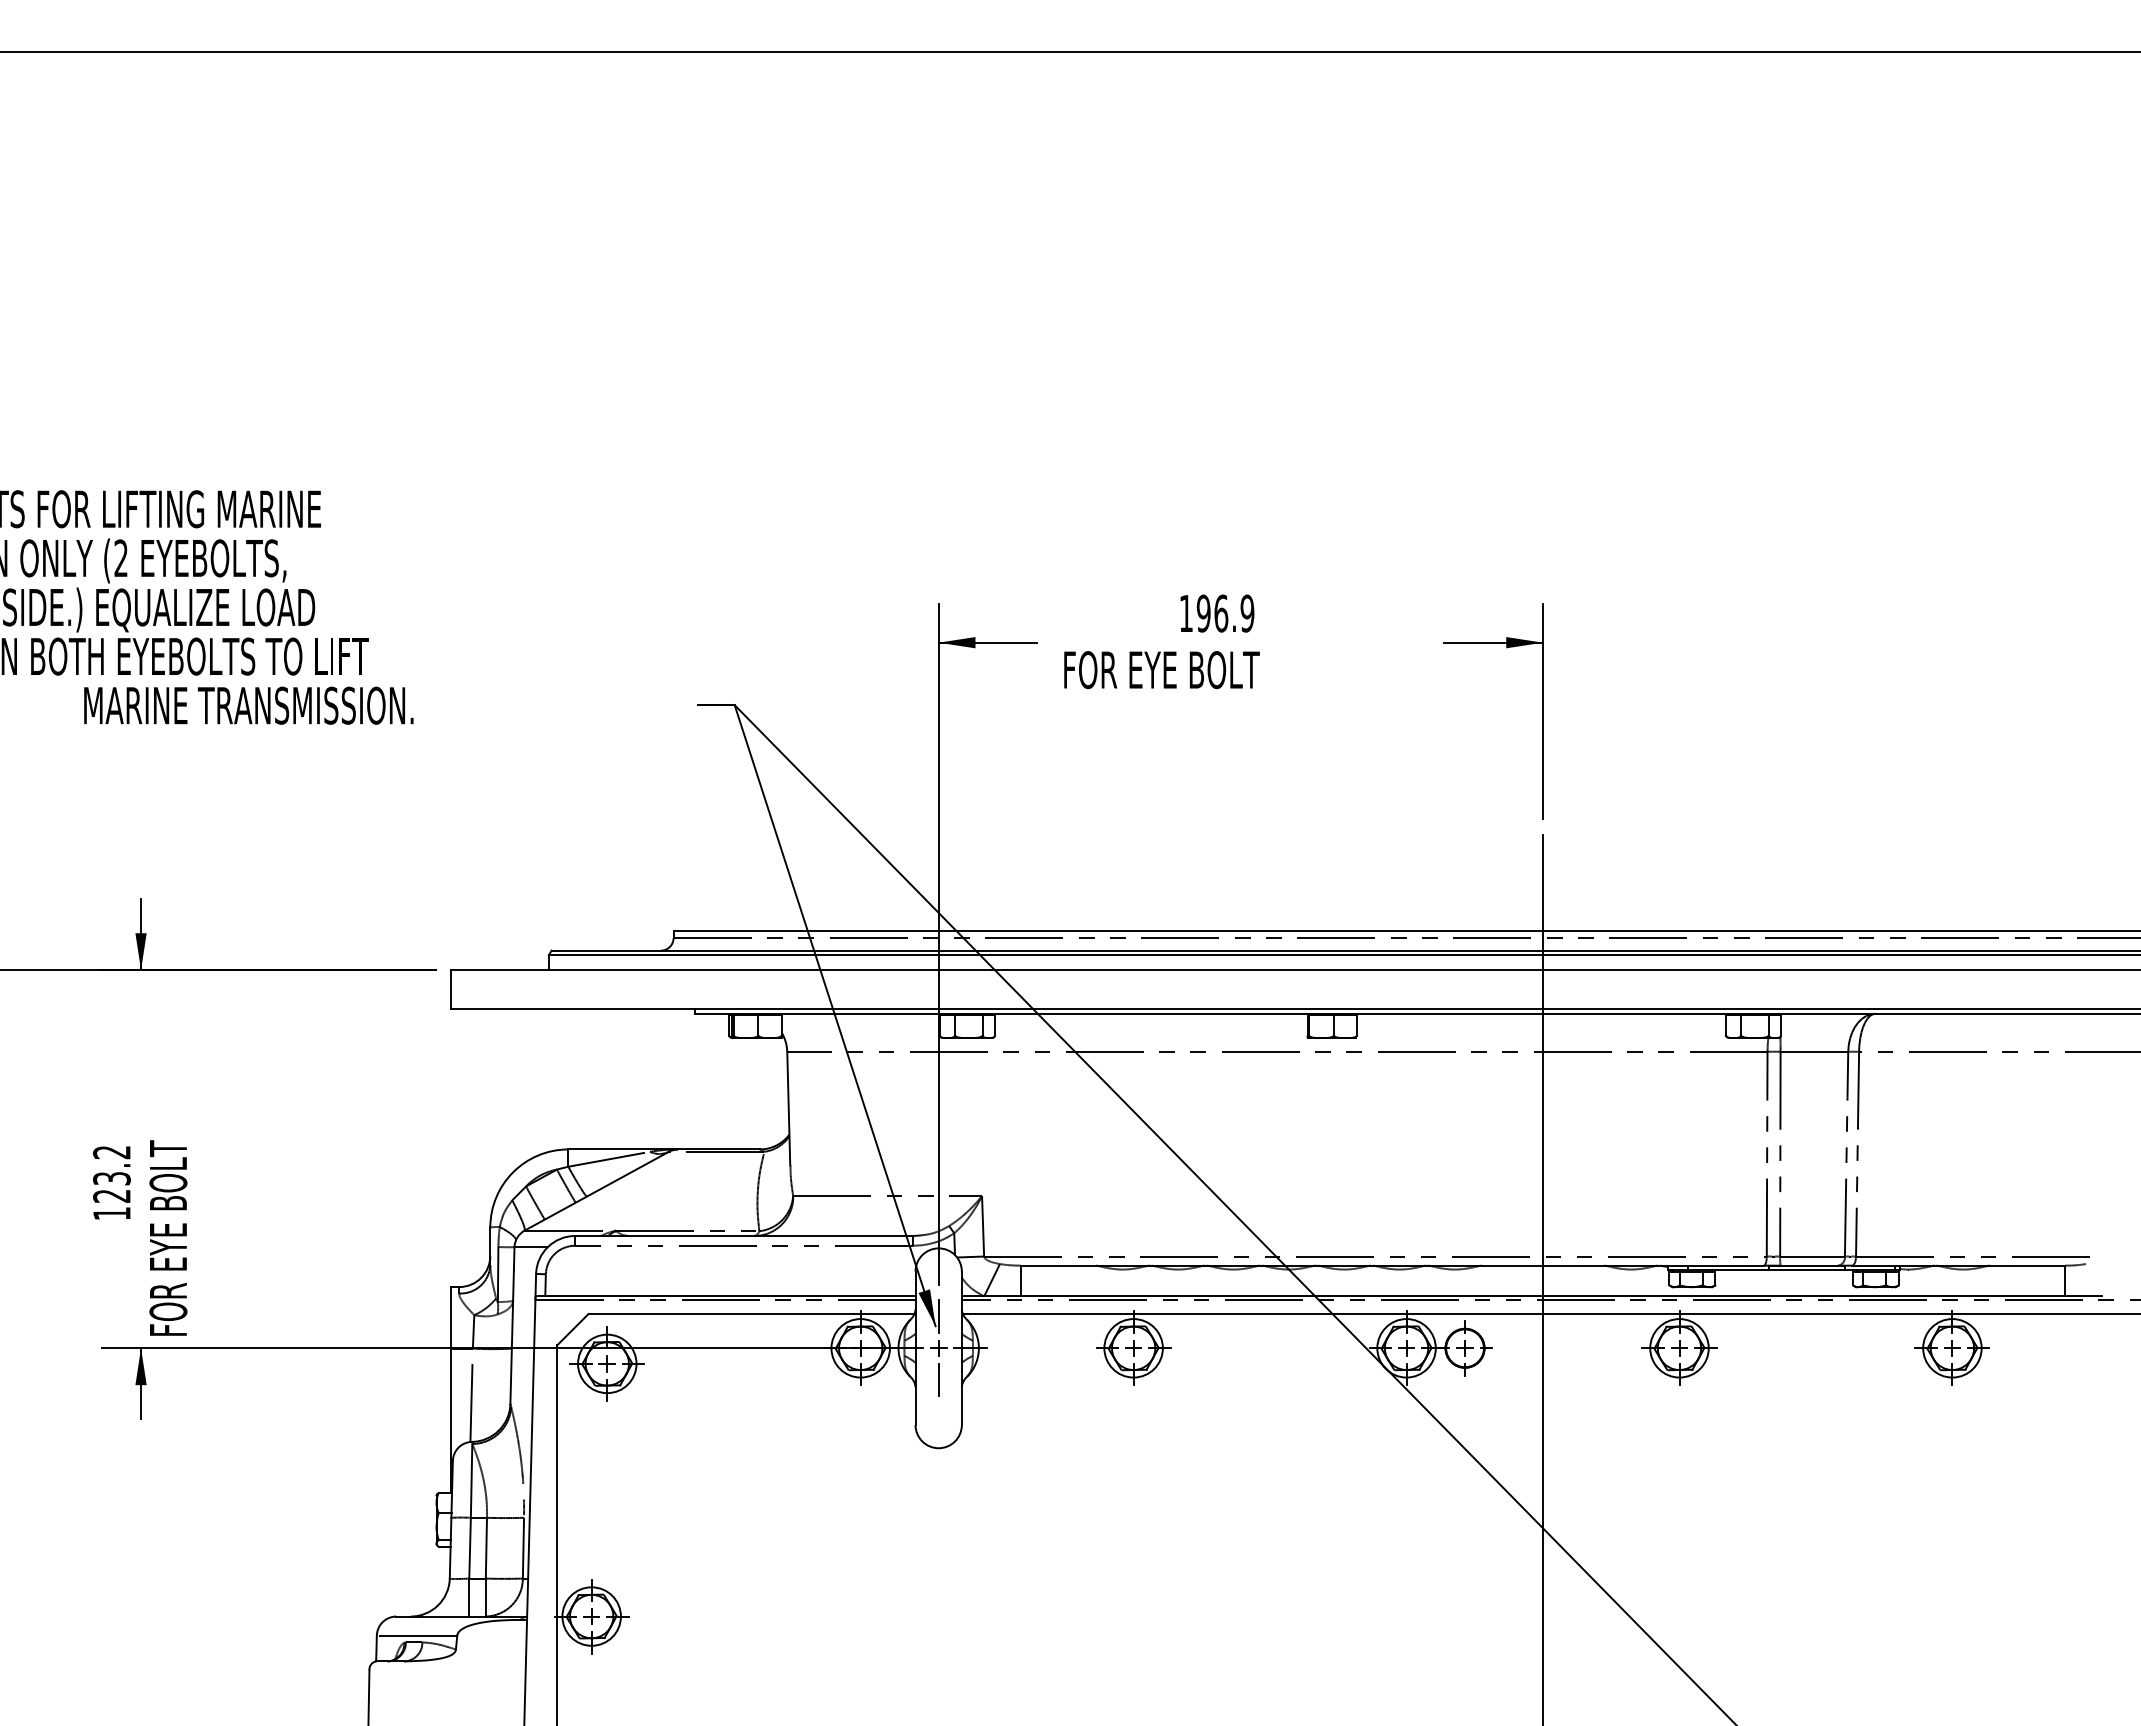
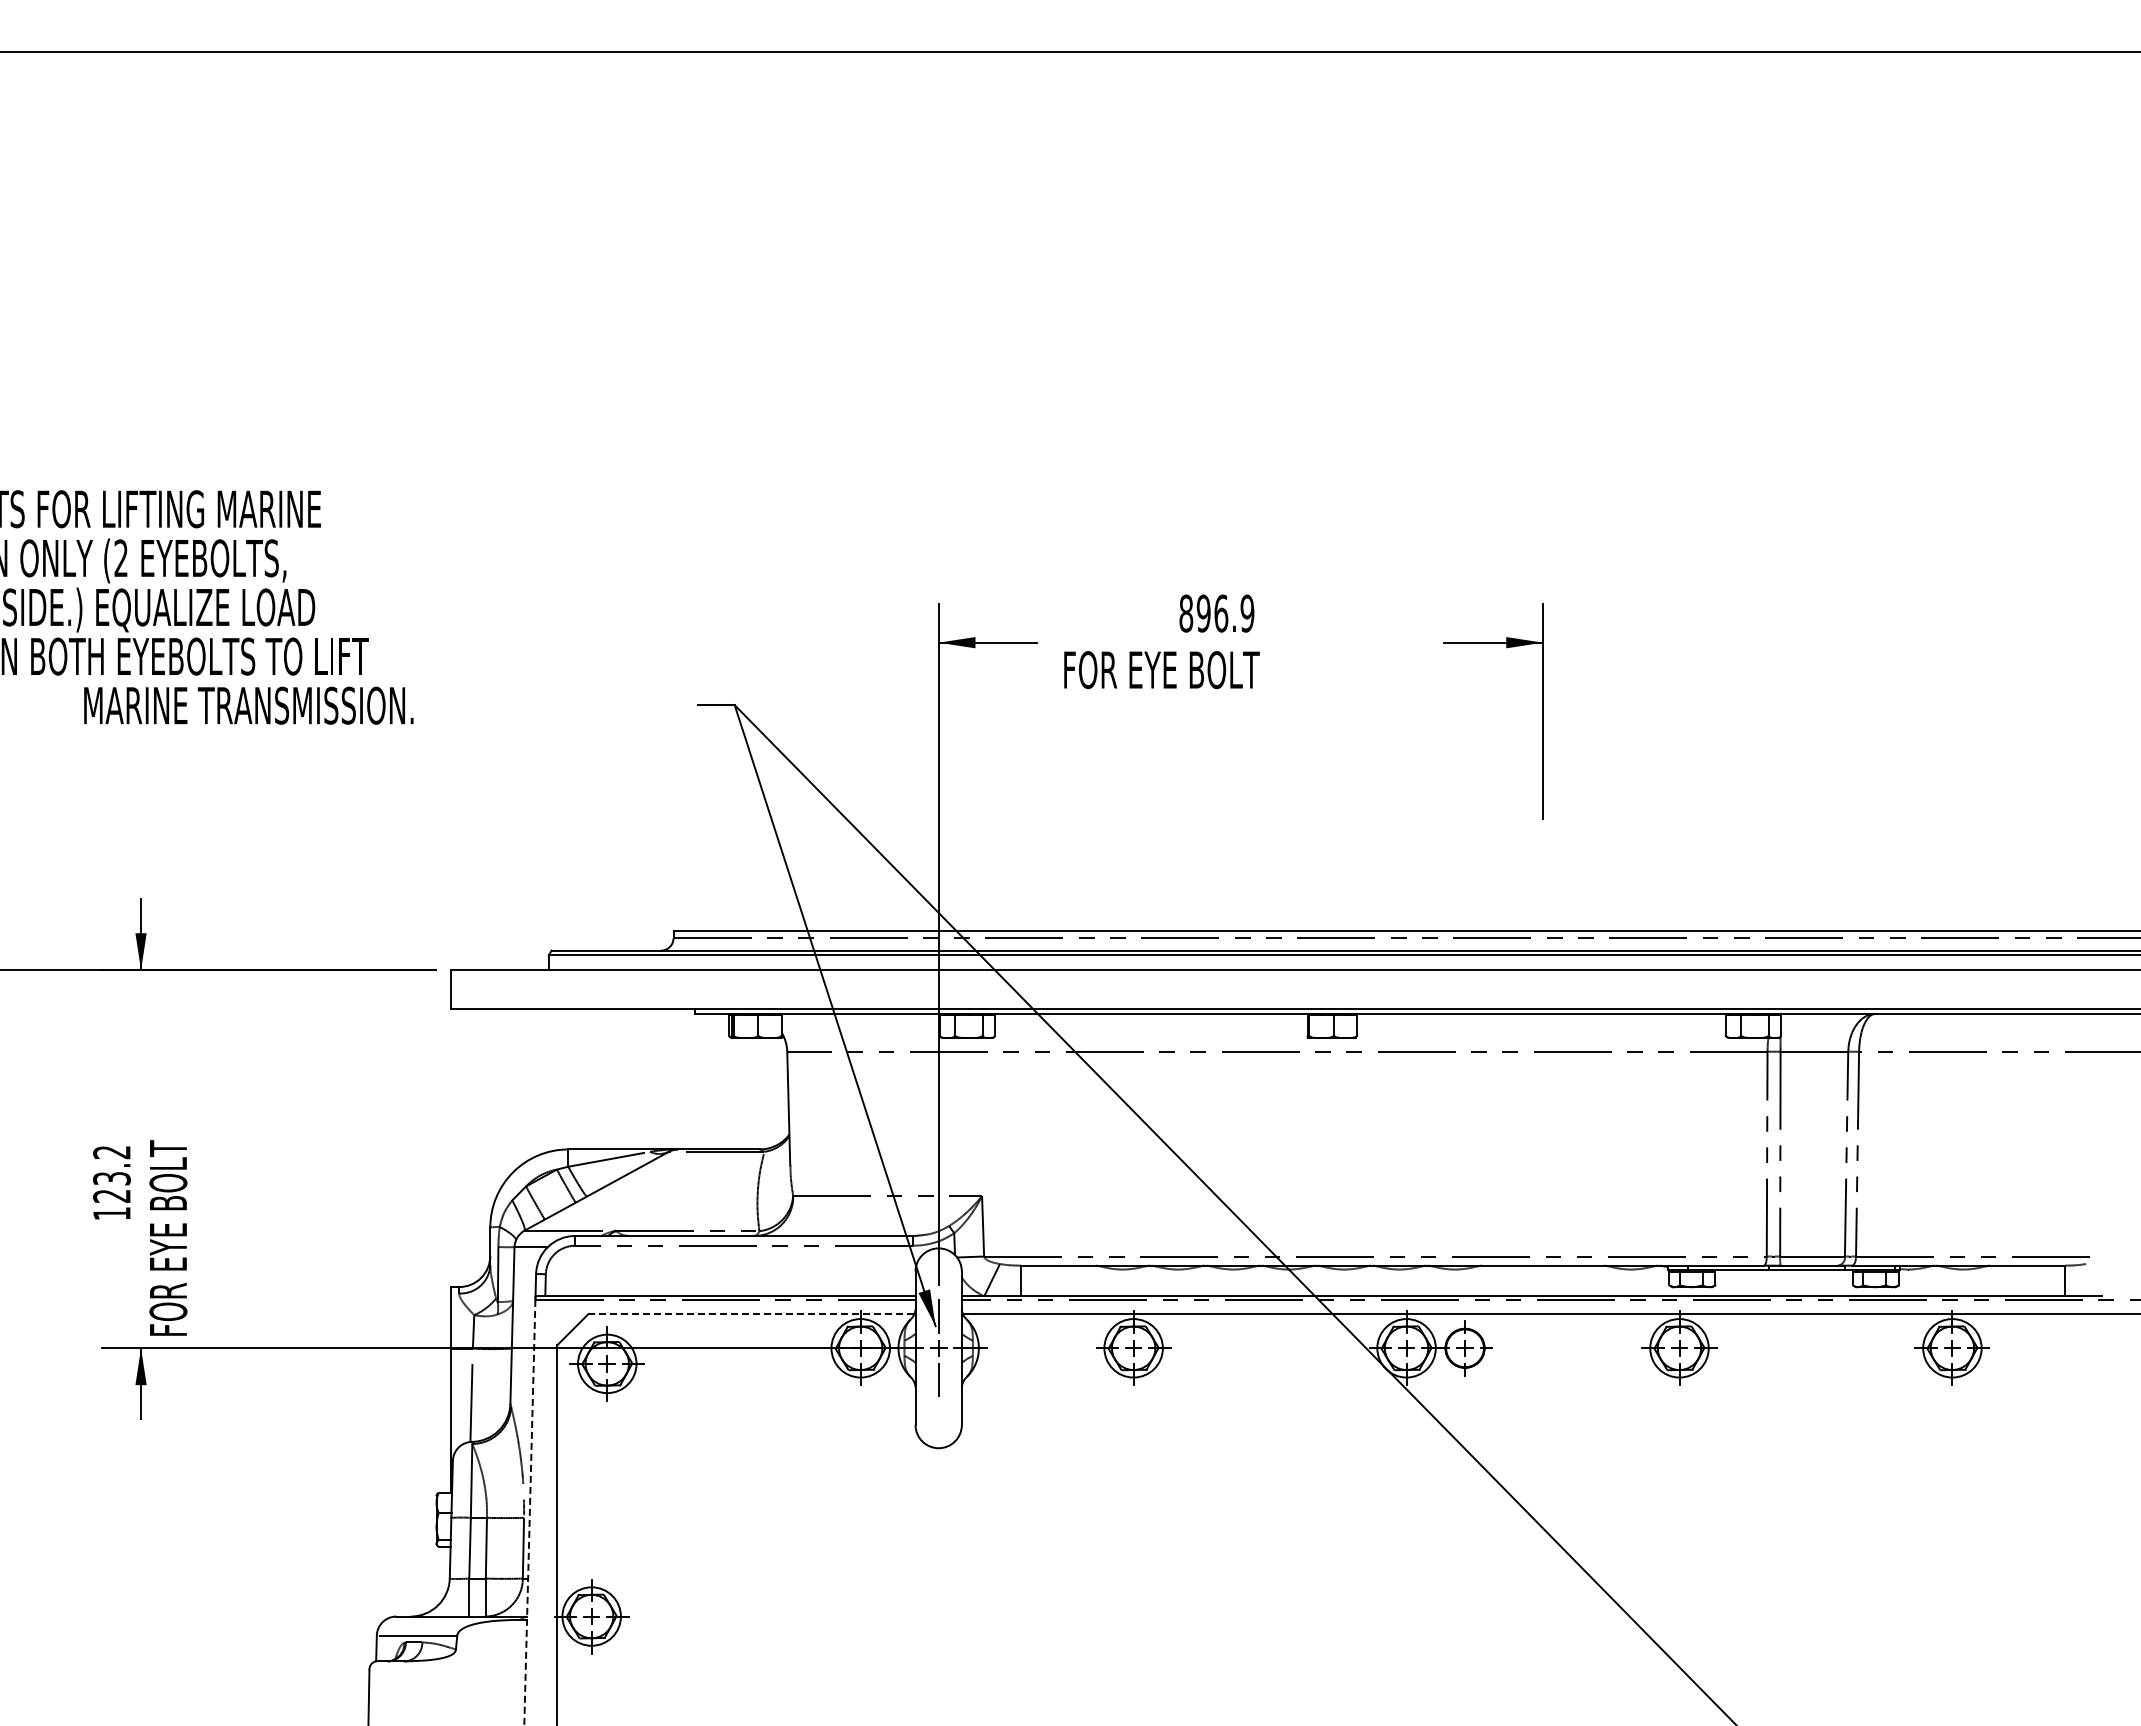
text at (1186, 613): 196.9 -> 896.9
line at (1543, 1278): present -> none
line at (751, 1314): solid -> dashed
line at (529, 1512): solid -> dashed
